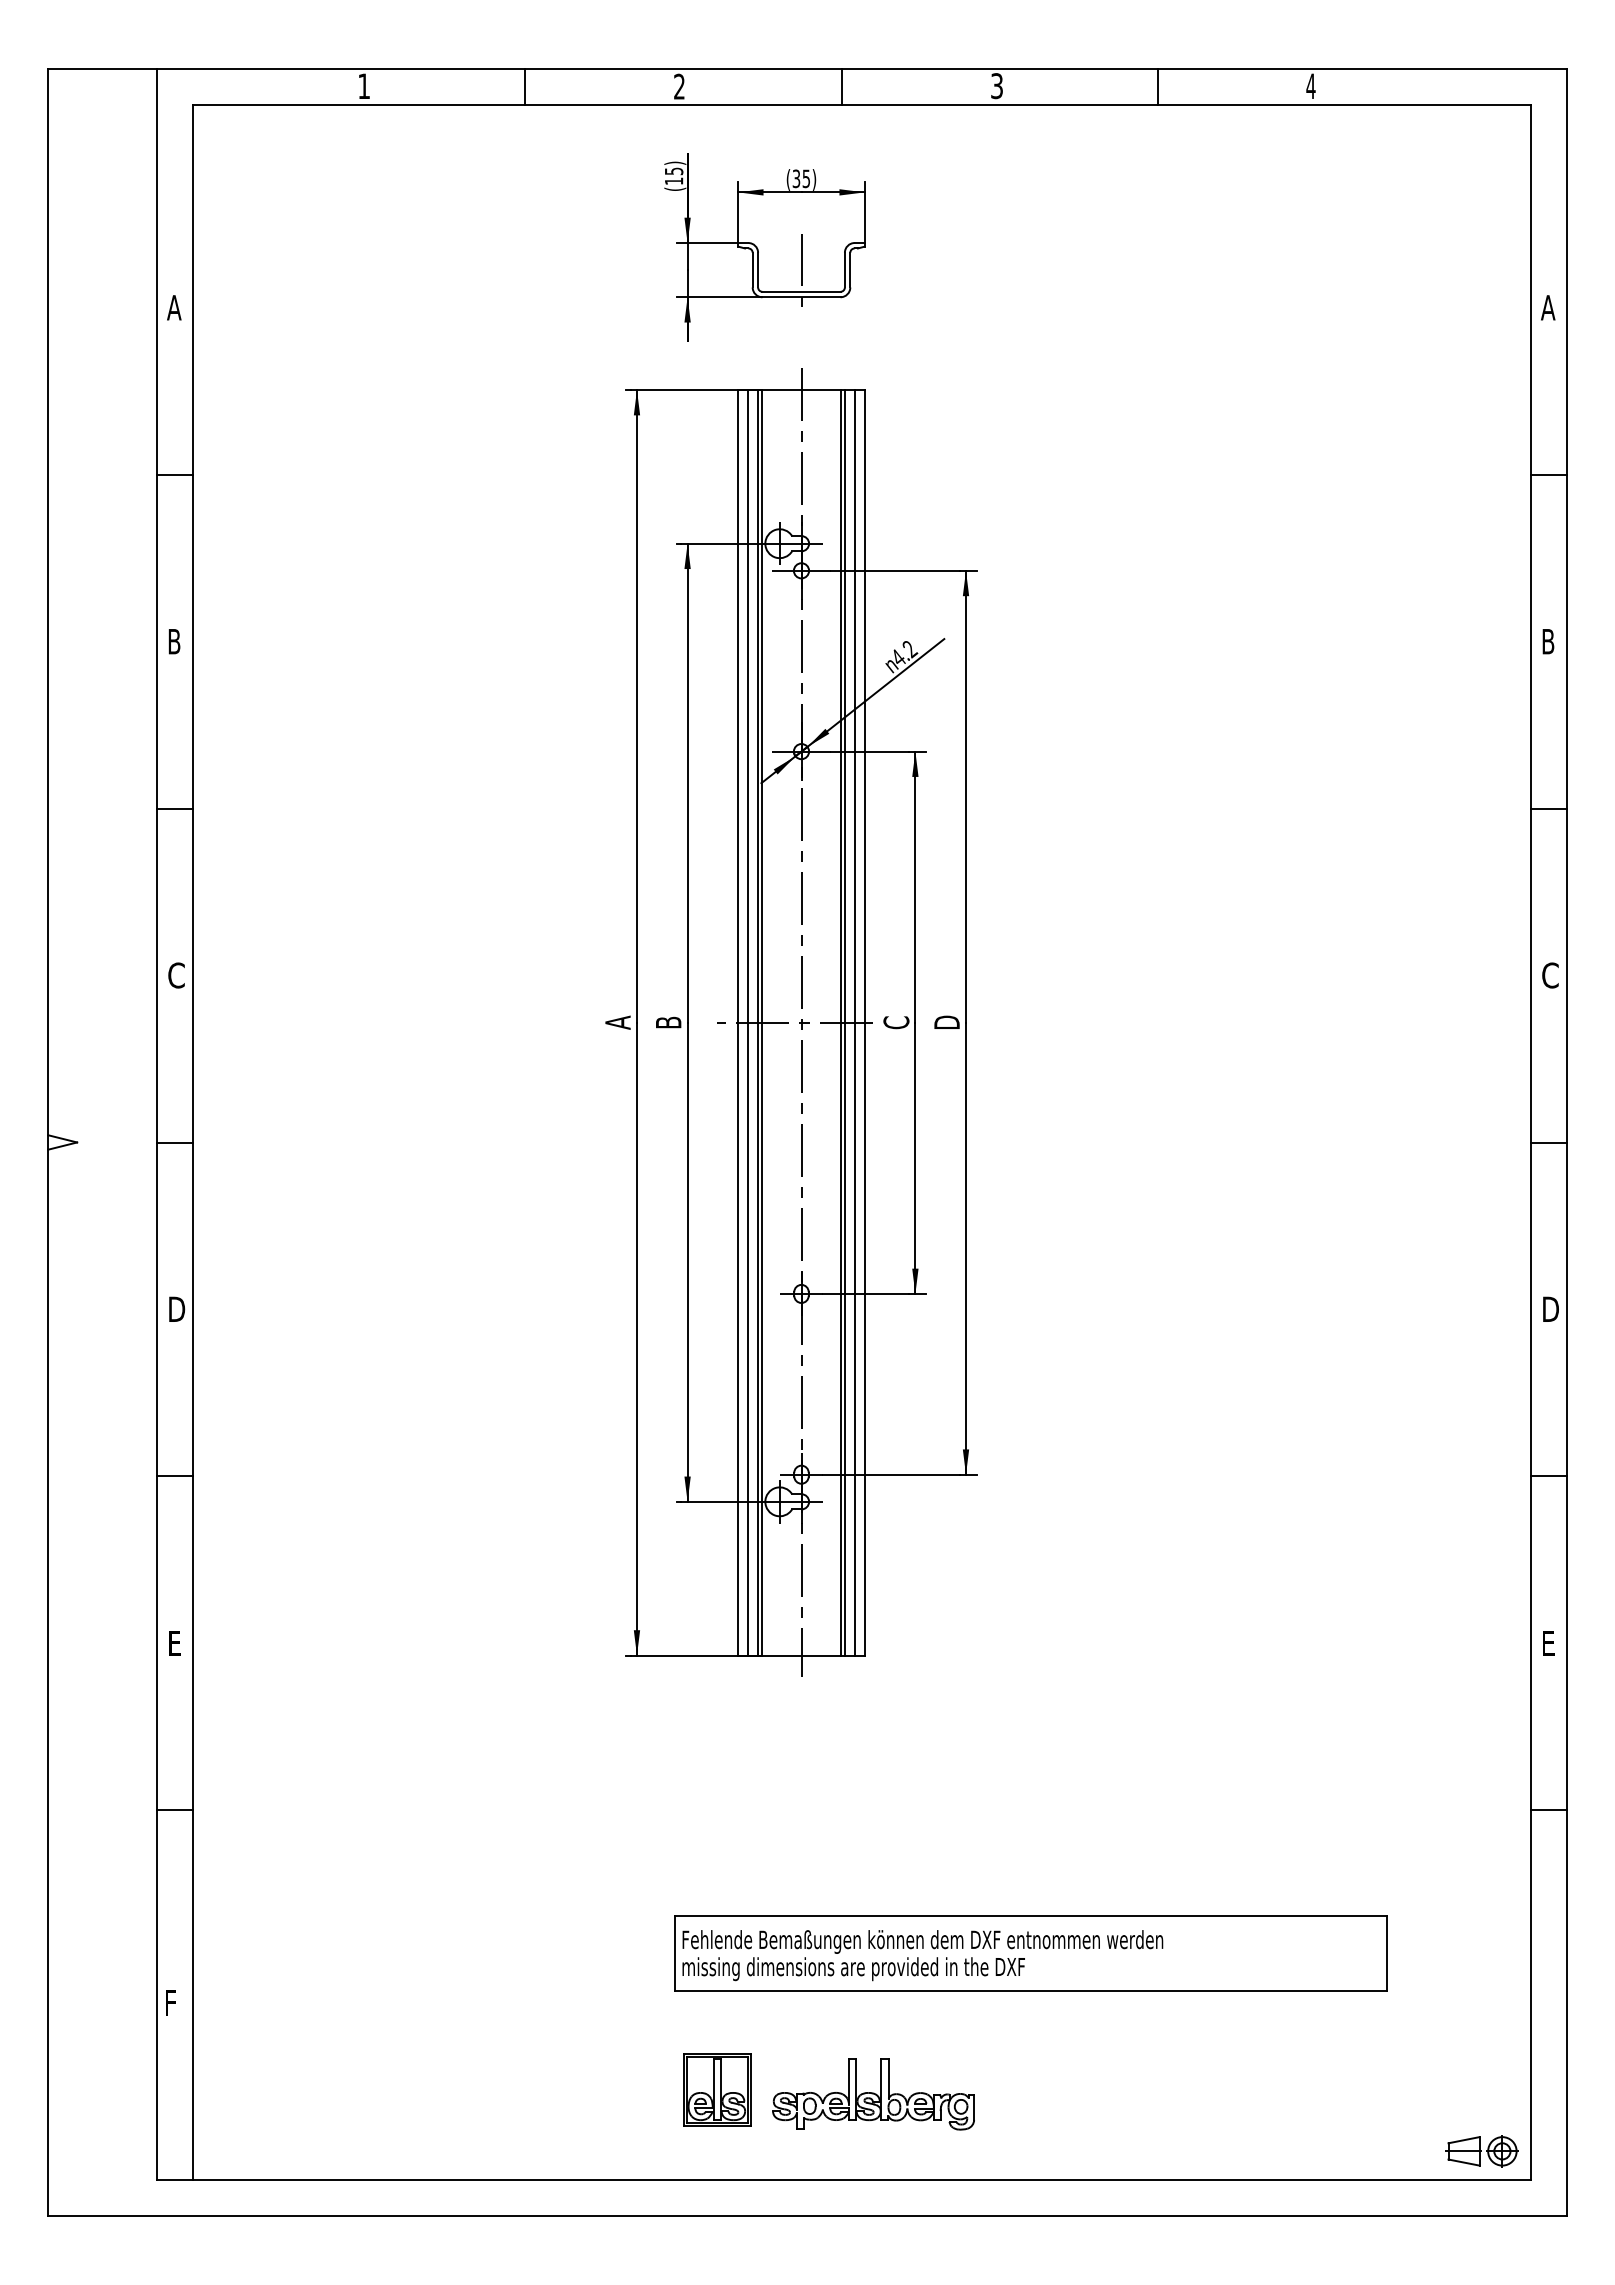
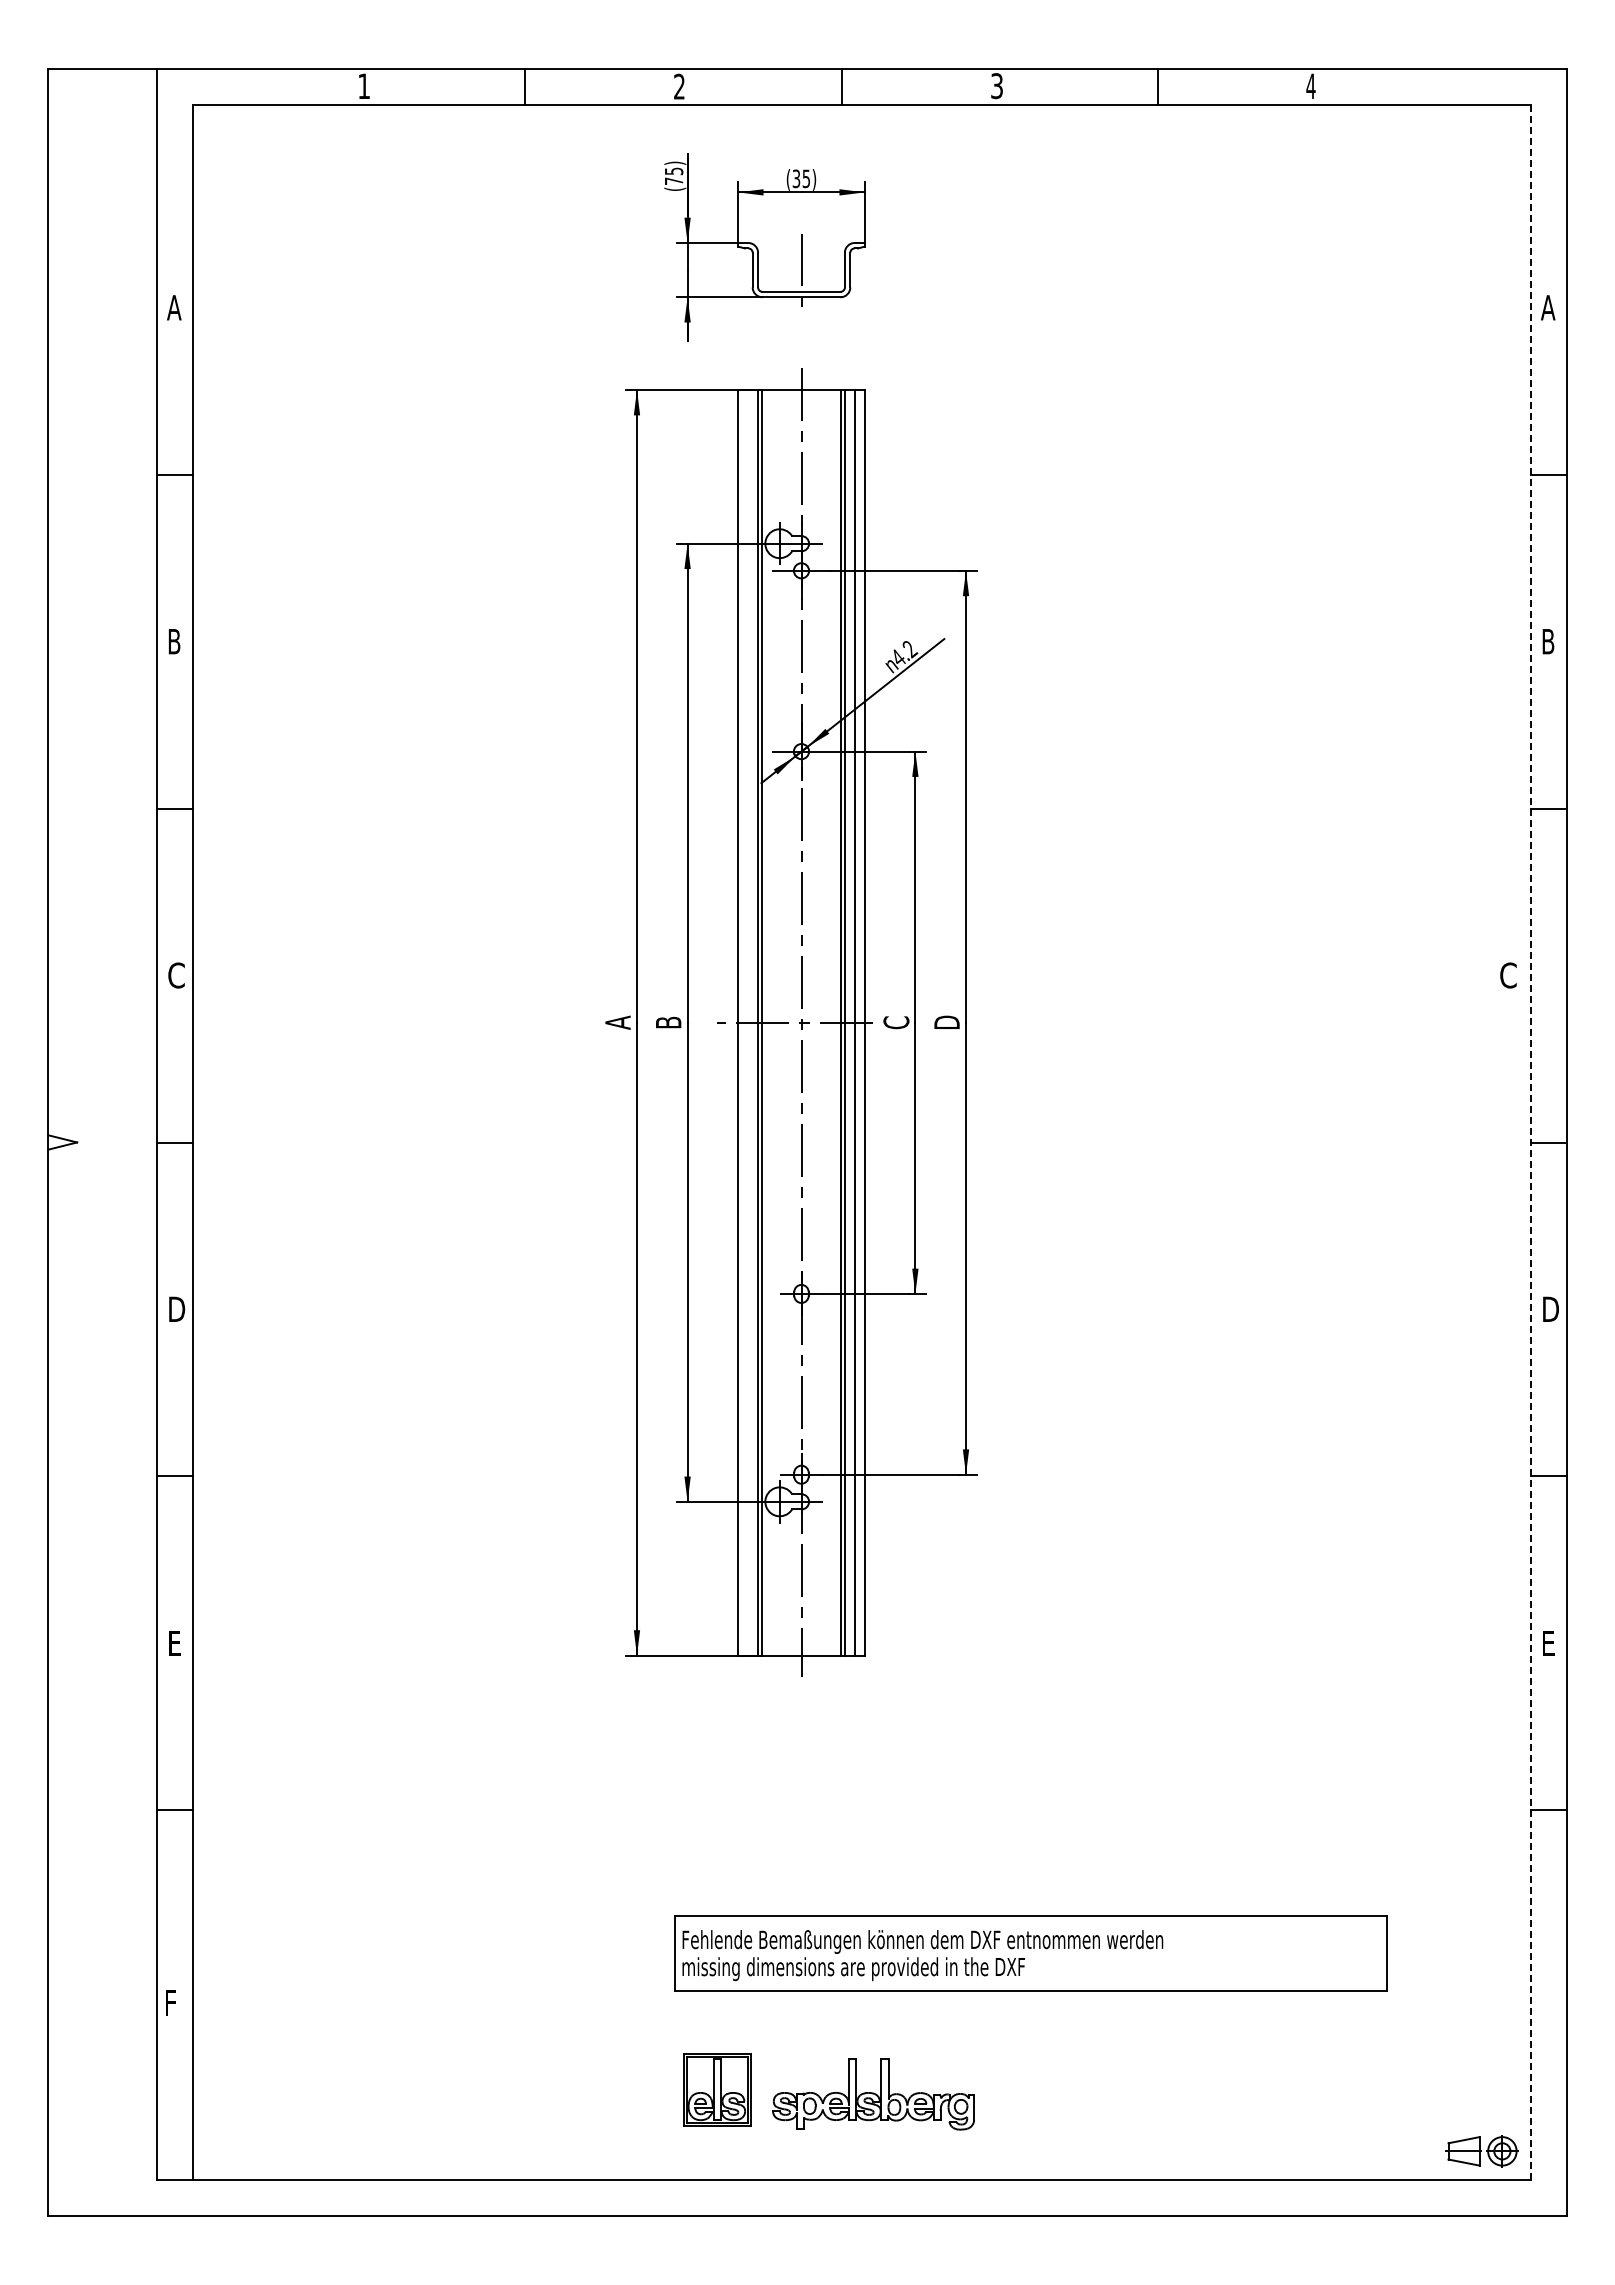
text at (674, 180): (15) -> (75)
text at (1550, 975) position: (1550, 975) -> (1508, 975)
line at (748, 1022): present -> none
line at (1530, 1142): solid -> dashed
